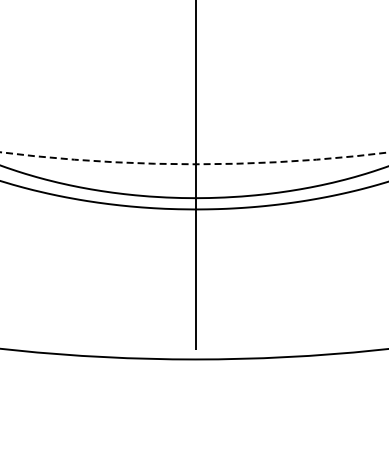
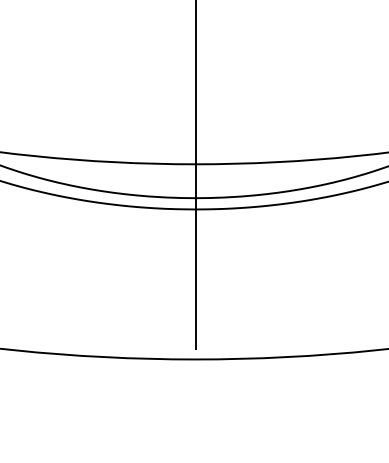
circle at (194, 158): dashed -> solid
